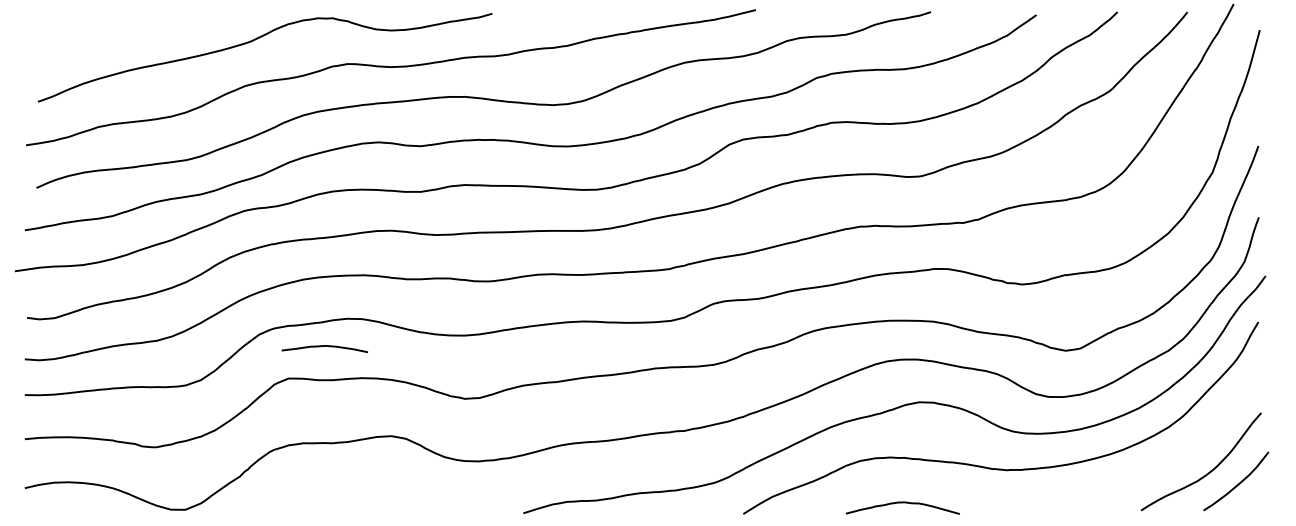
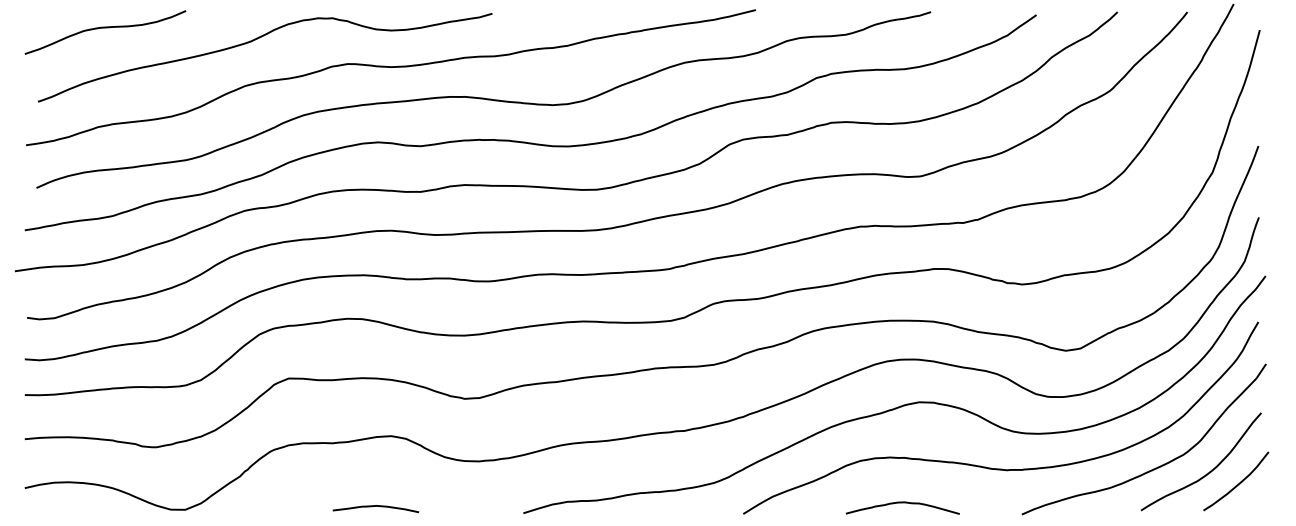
curve at (105, 28): none -> present
curve at (324, 346) position: (324, 346) -> (375, 506)
curve at (1157, 466): none -> present
